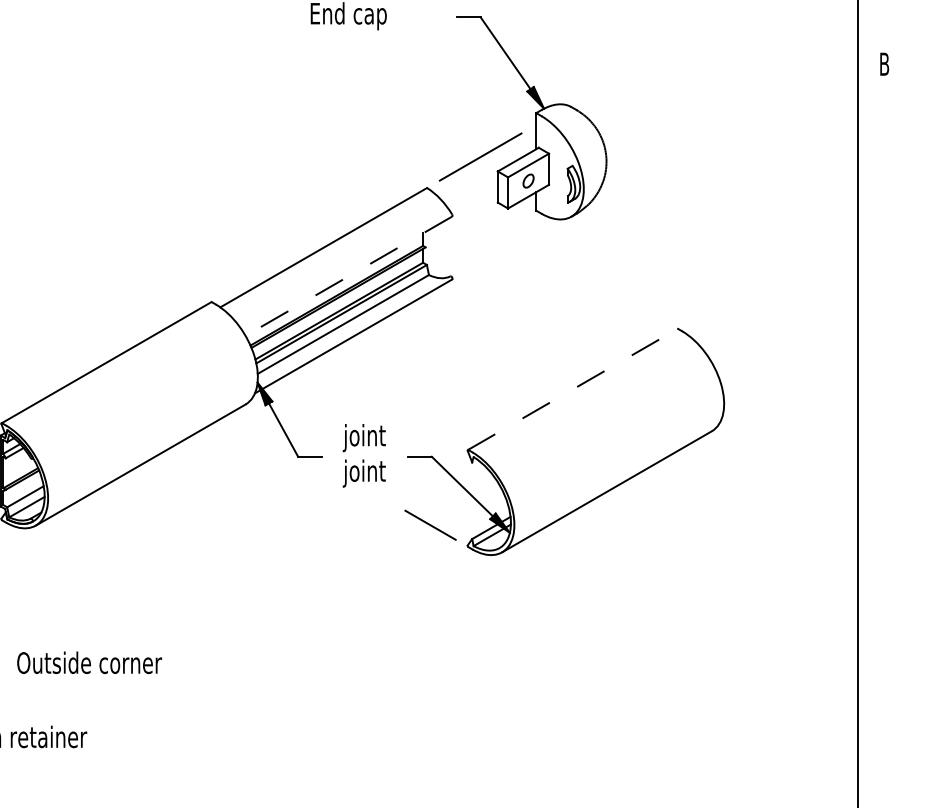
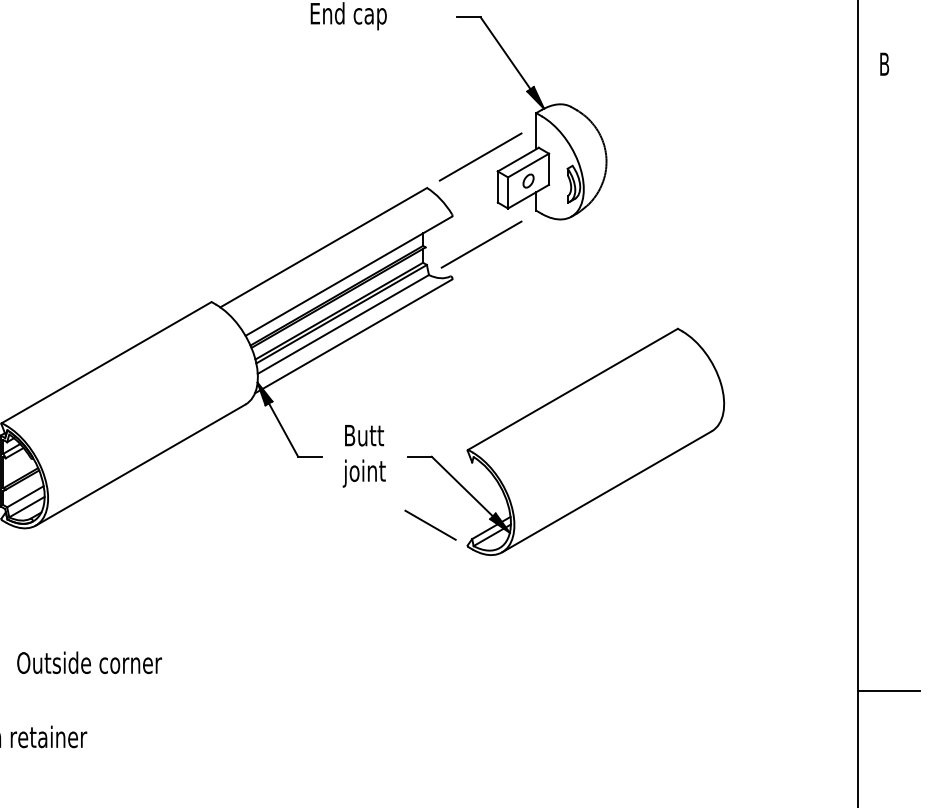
line at (481, 244): none -> present
line at (348, 276): dashed -> solid
line at (573, 389): dashed -> solid
text at (363, 438): joint -> Butt
line at (889, 690): none -> present
